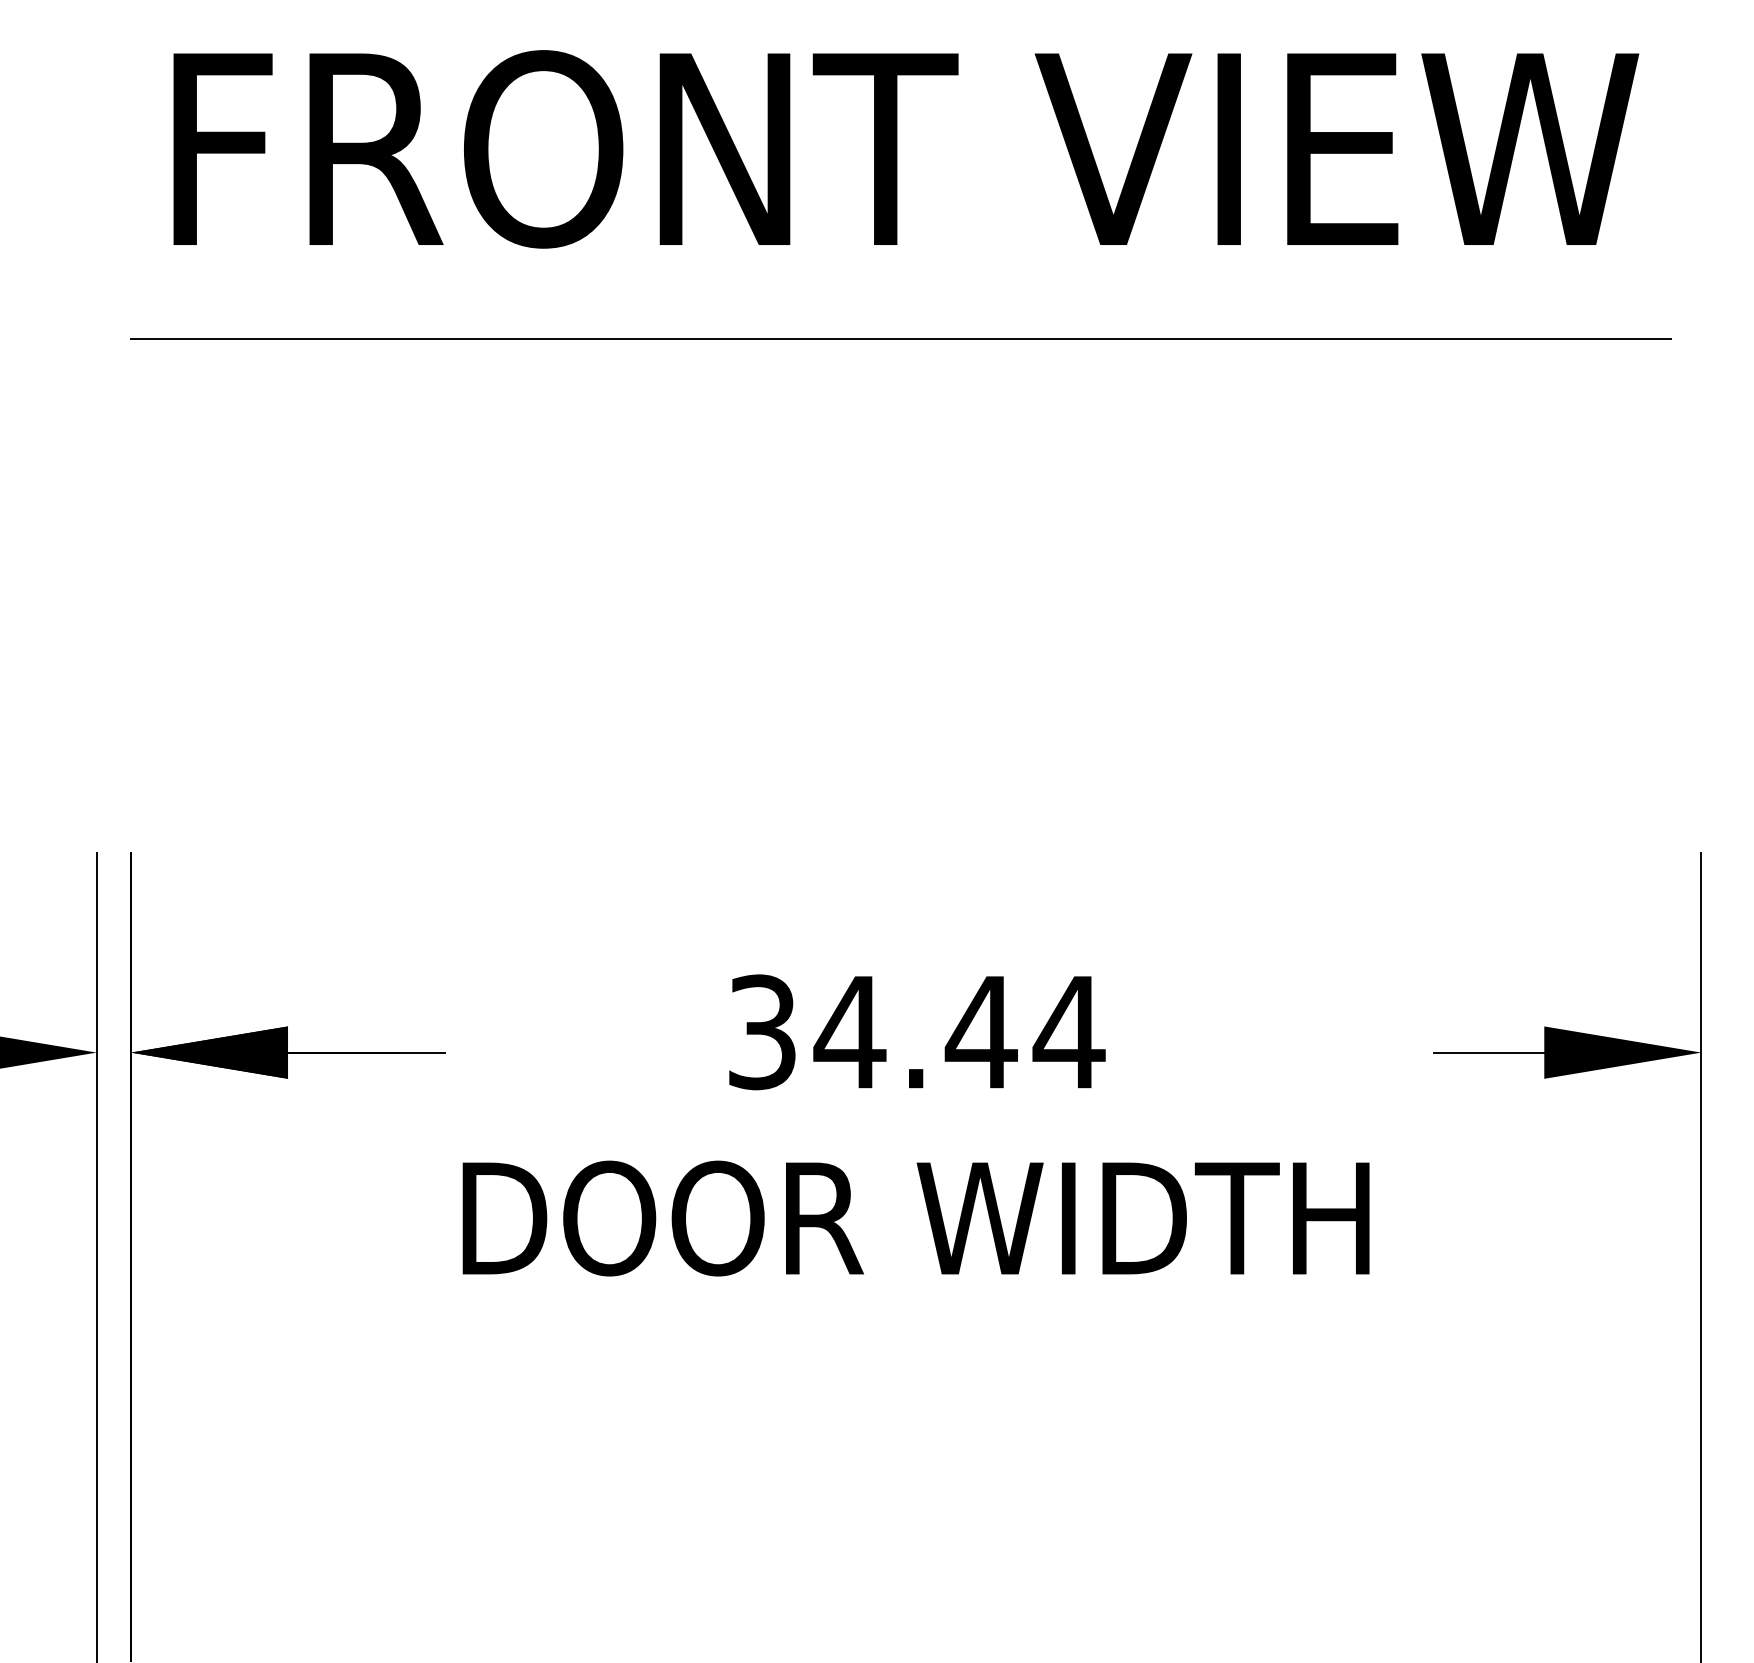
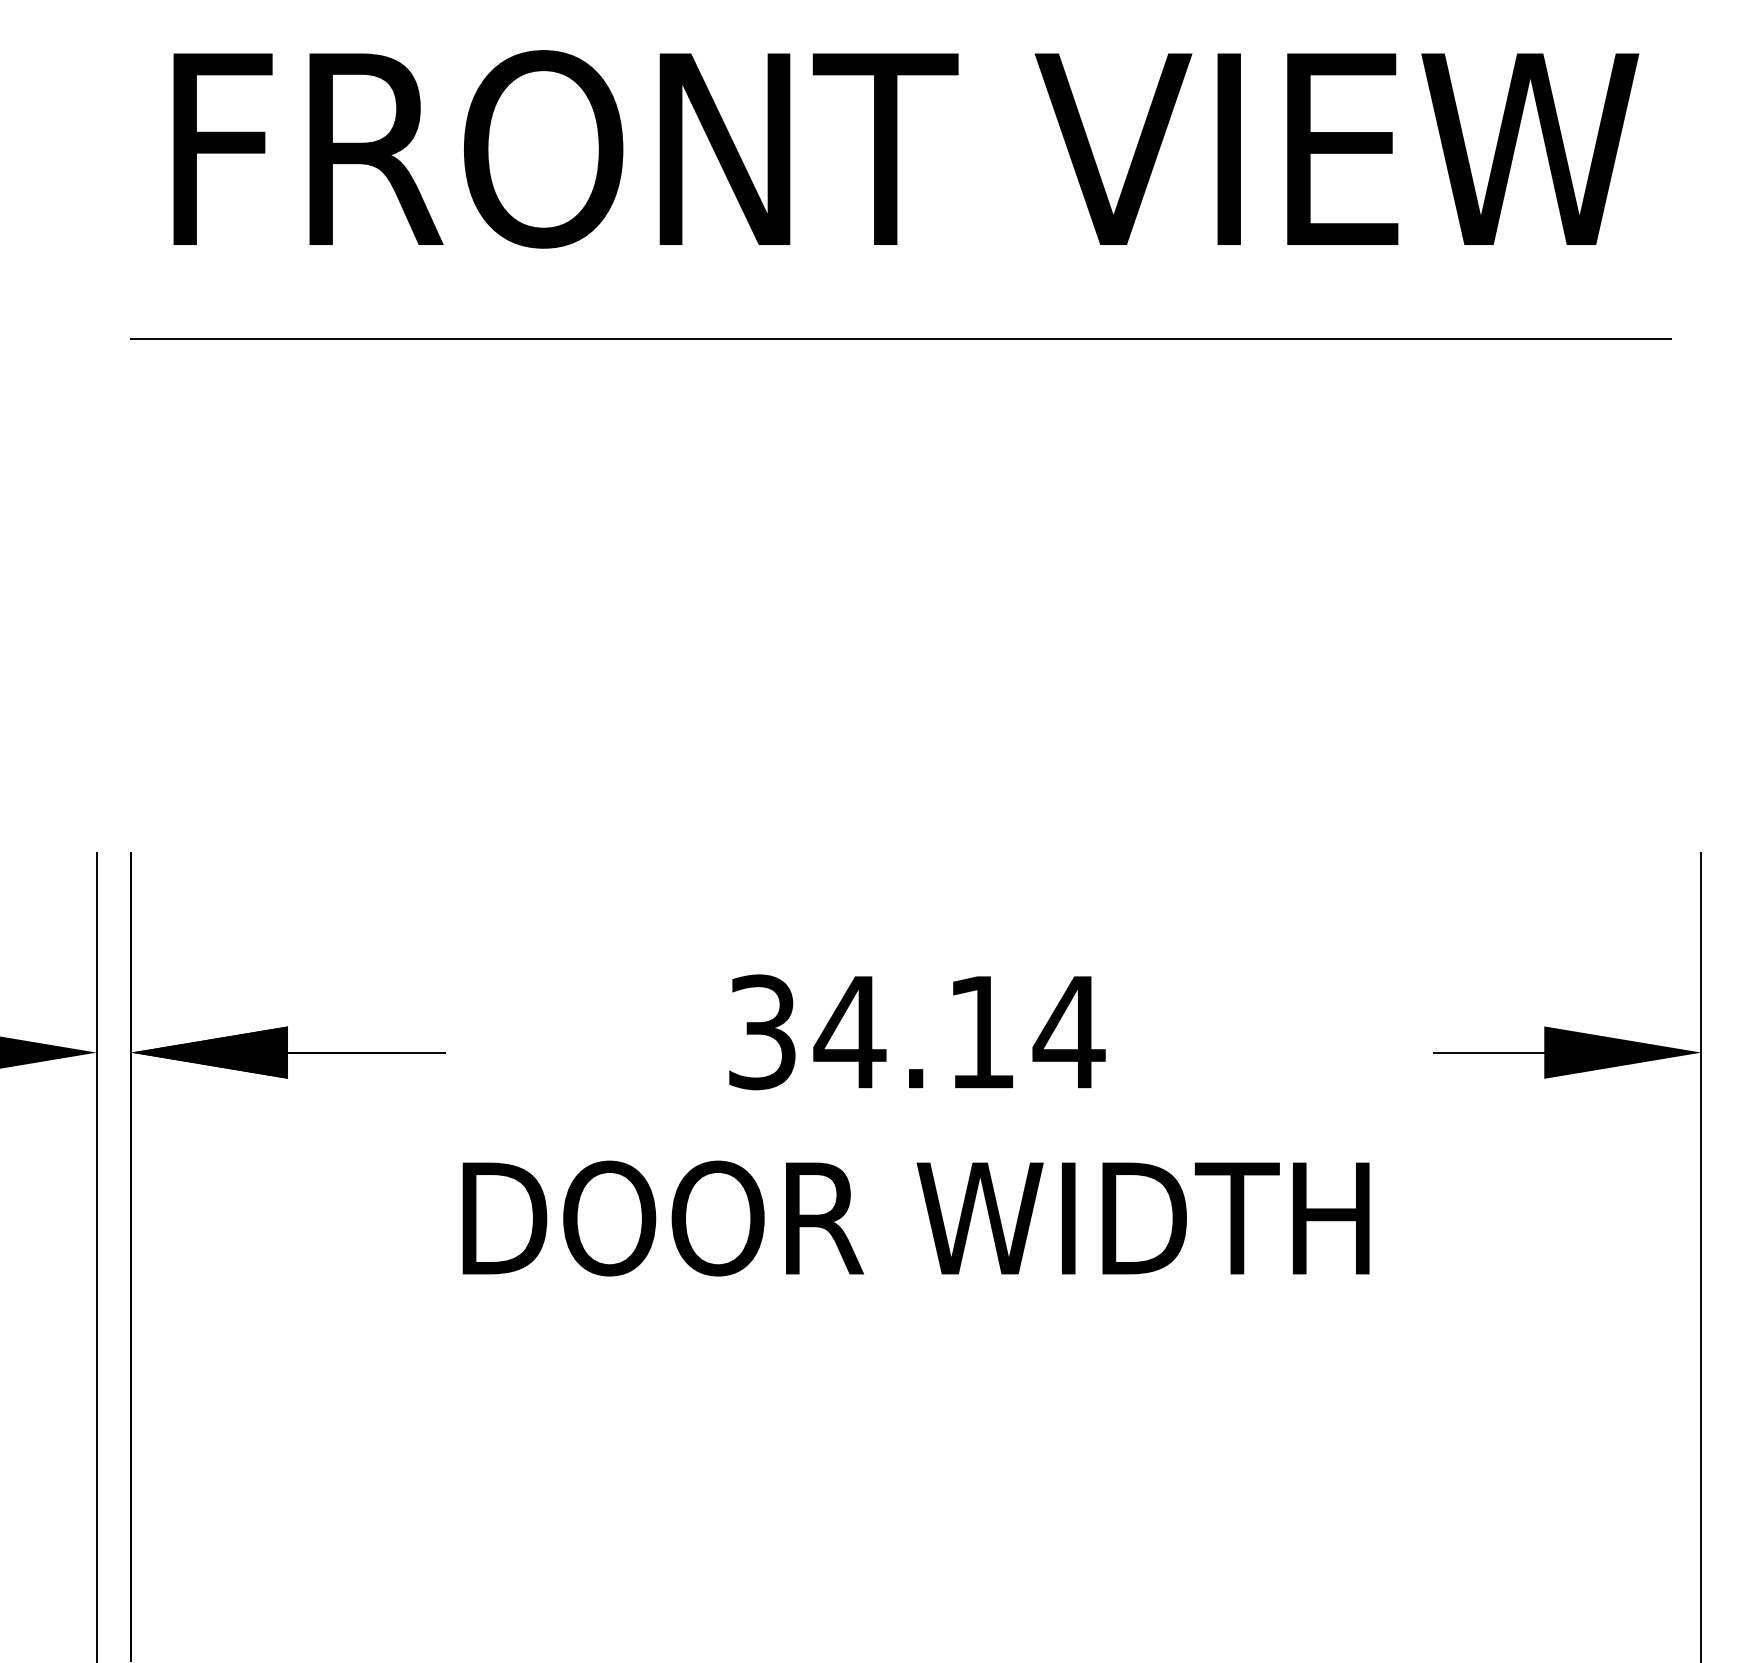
text at (980, 1032): 34.44 -> 34.14
